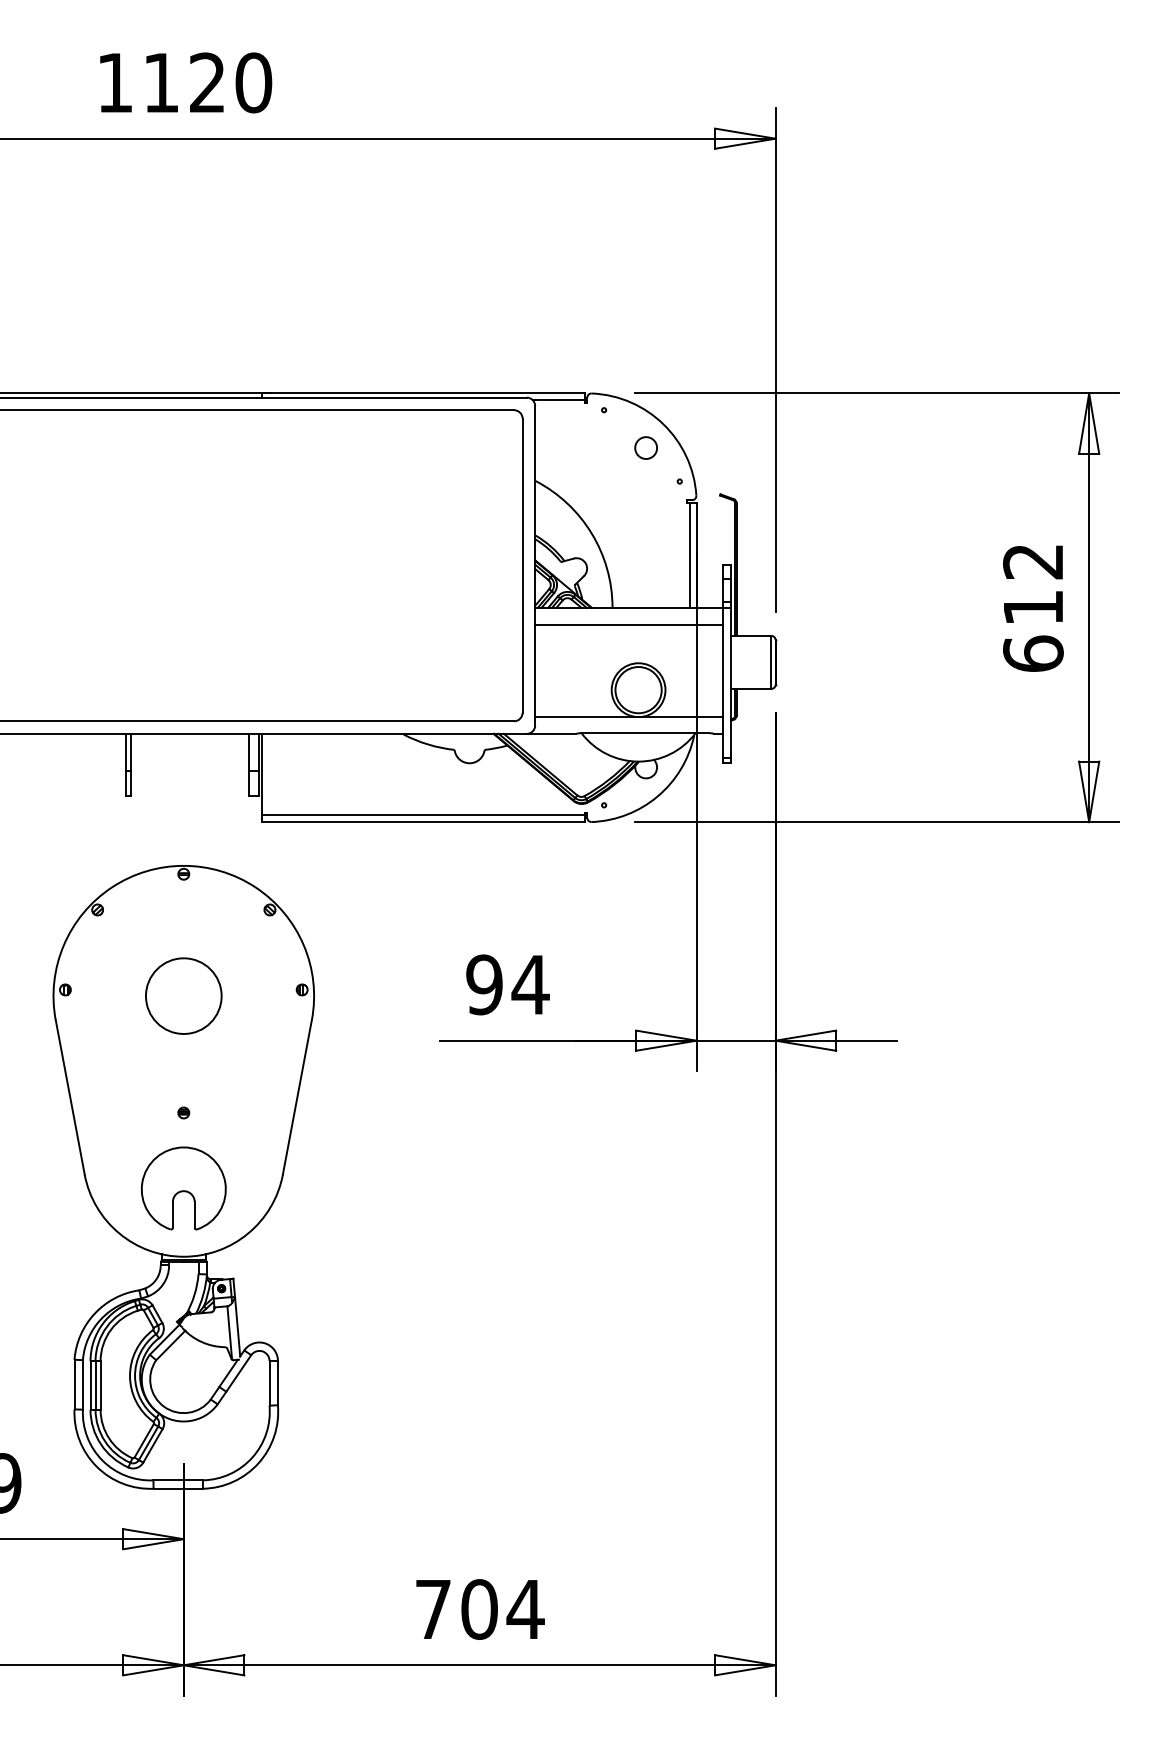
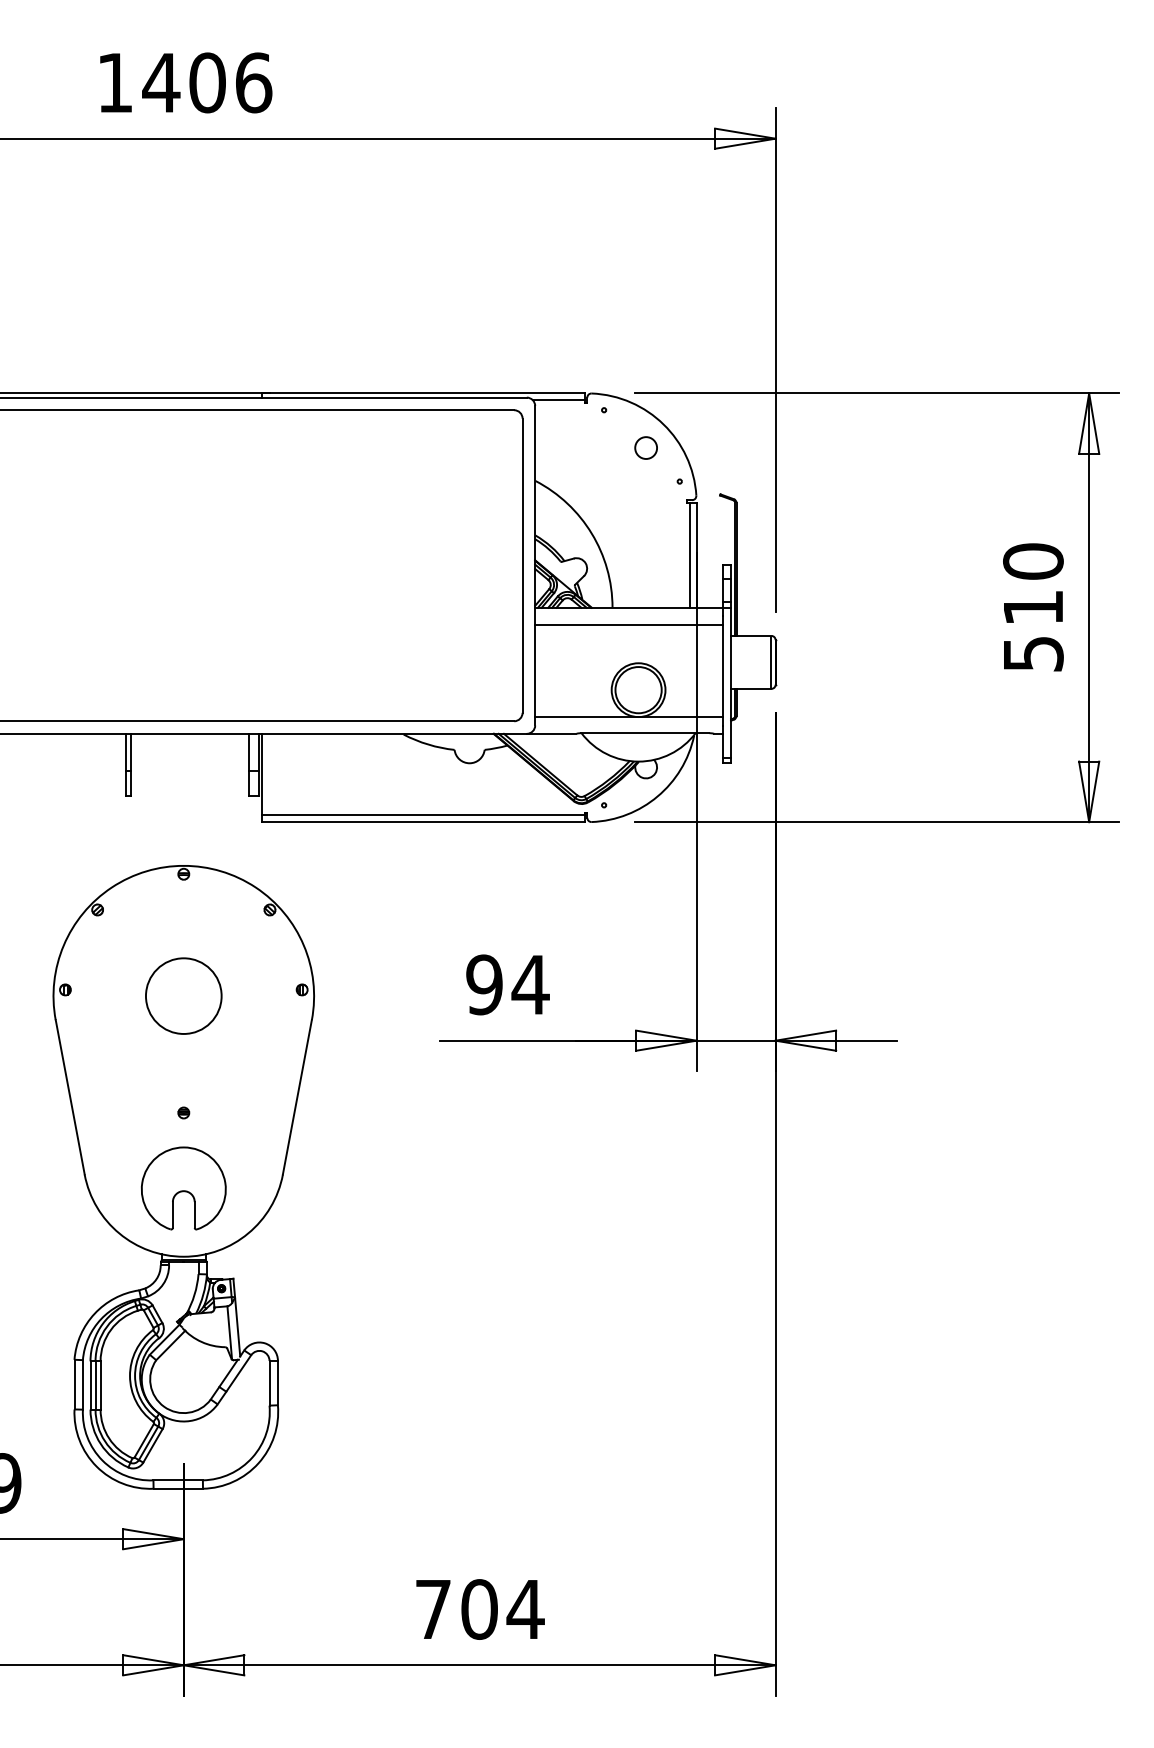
text at (207, 82): 1120 -> 1406
text at (1033, 607): 612 -> 510
